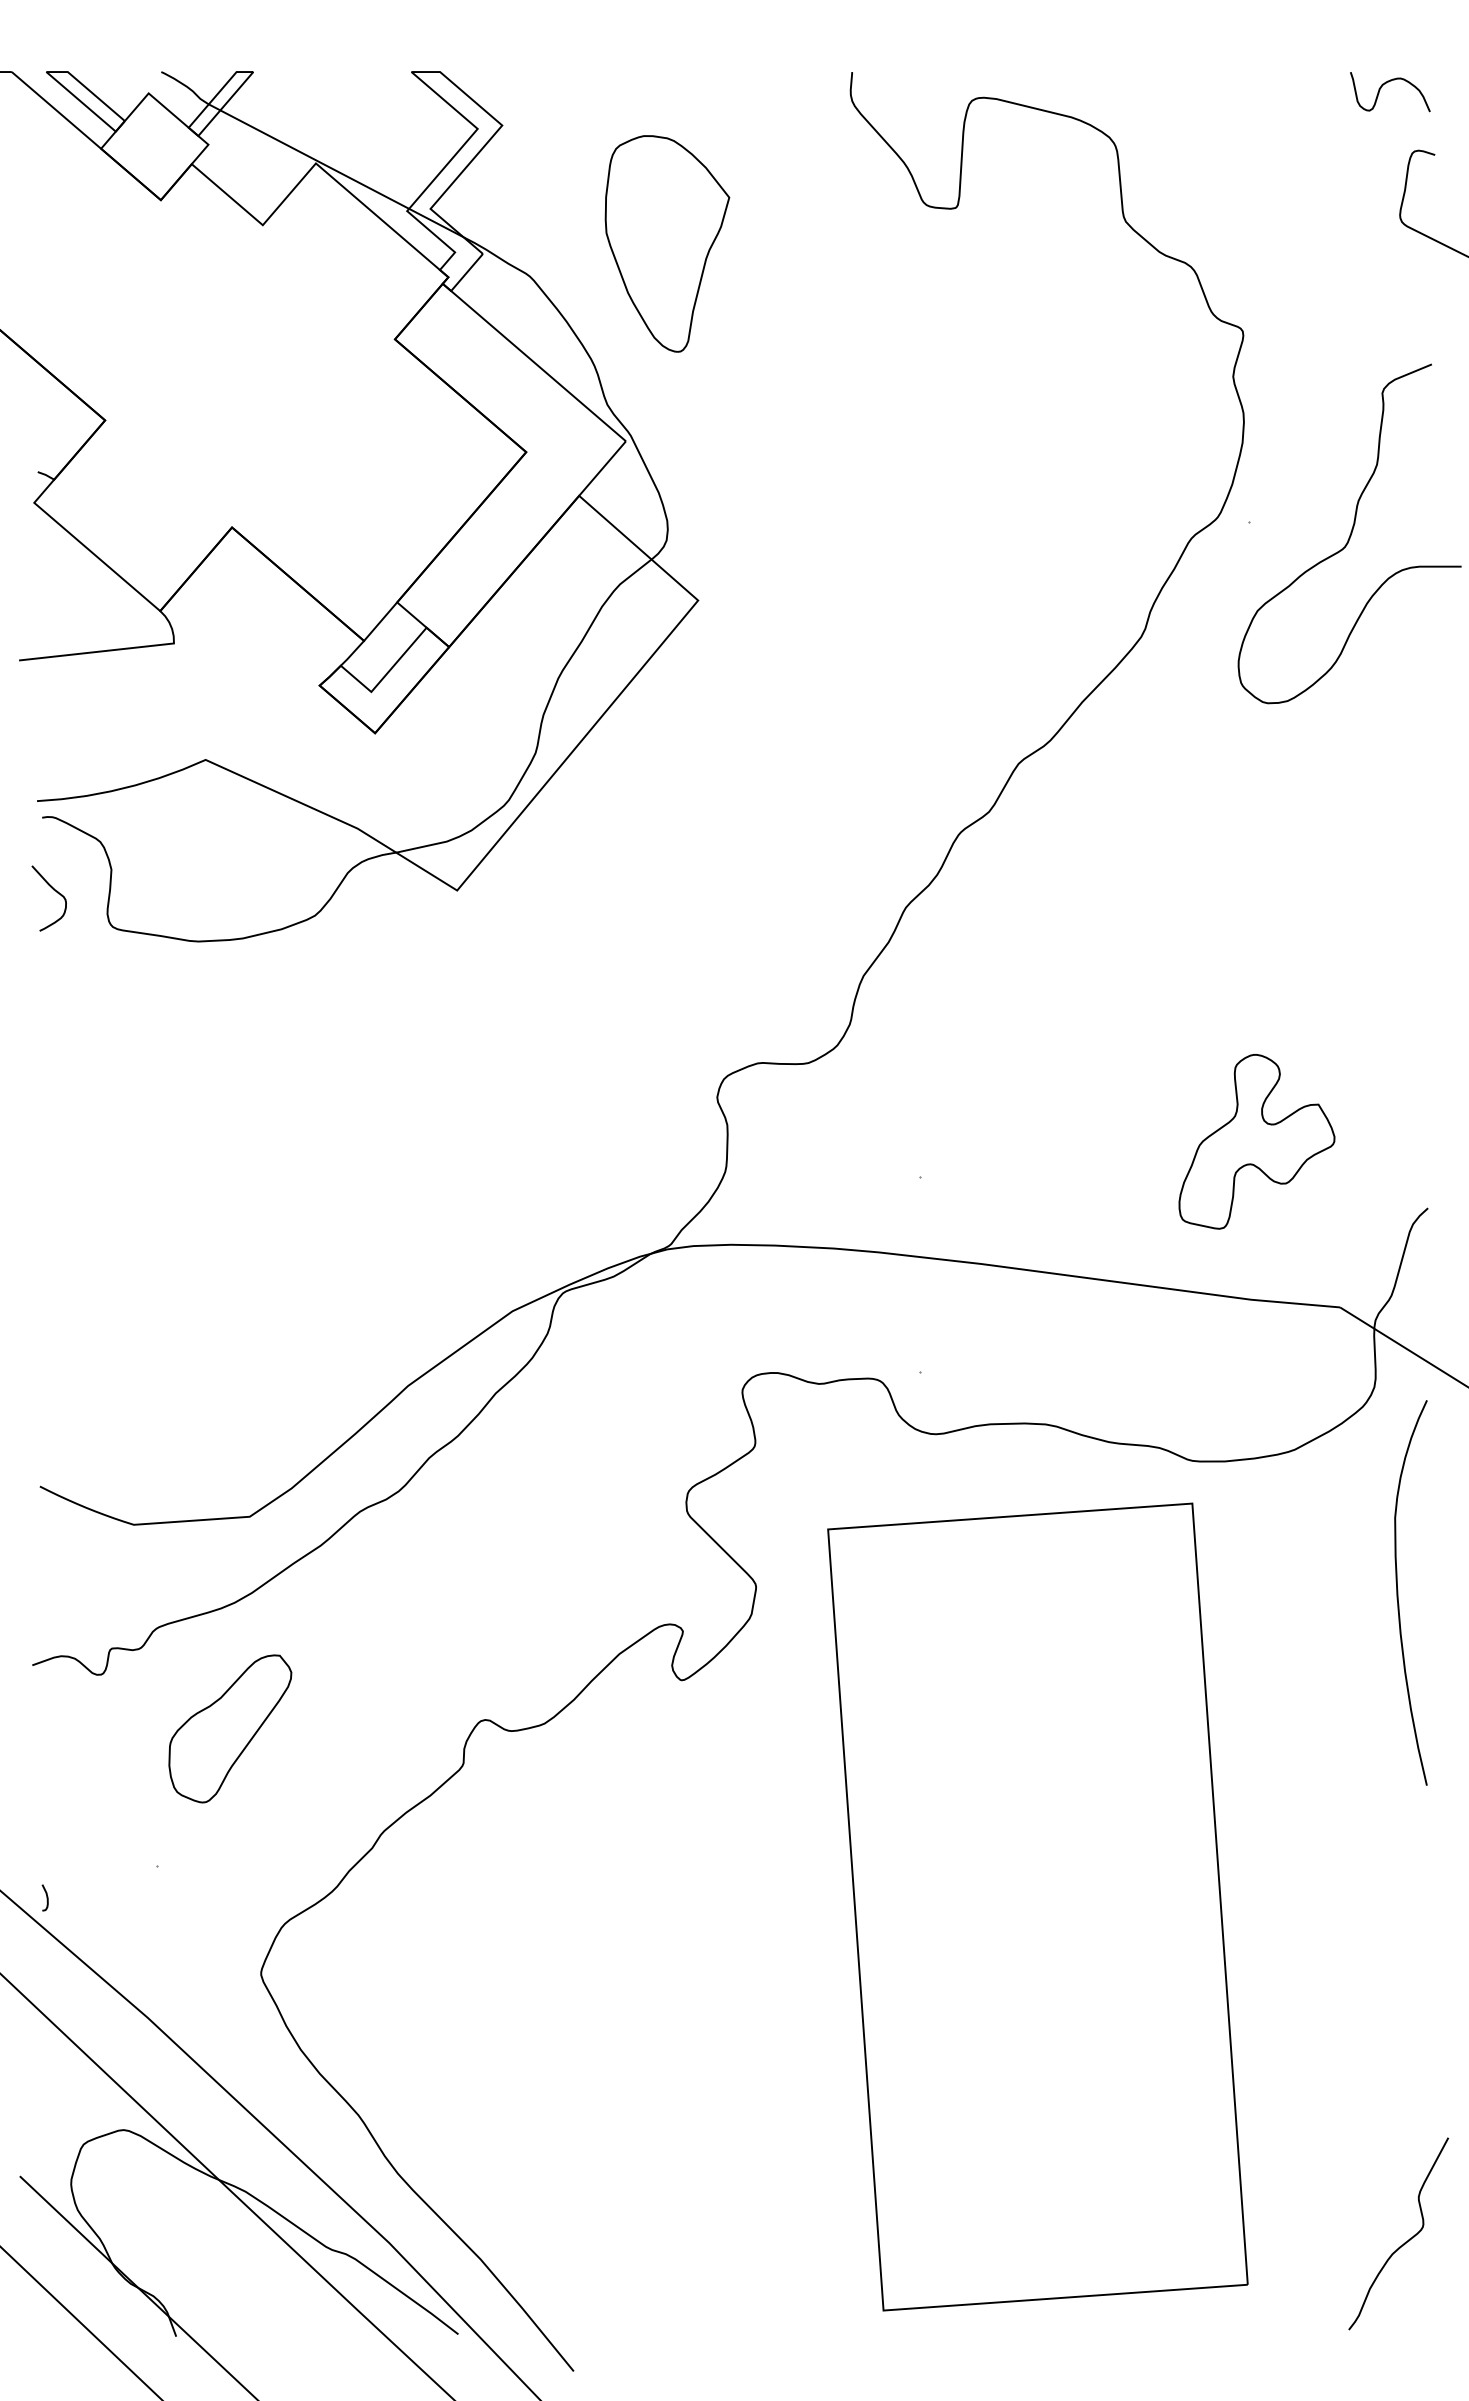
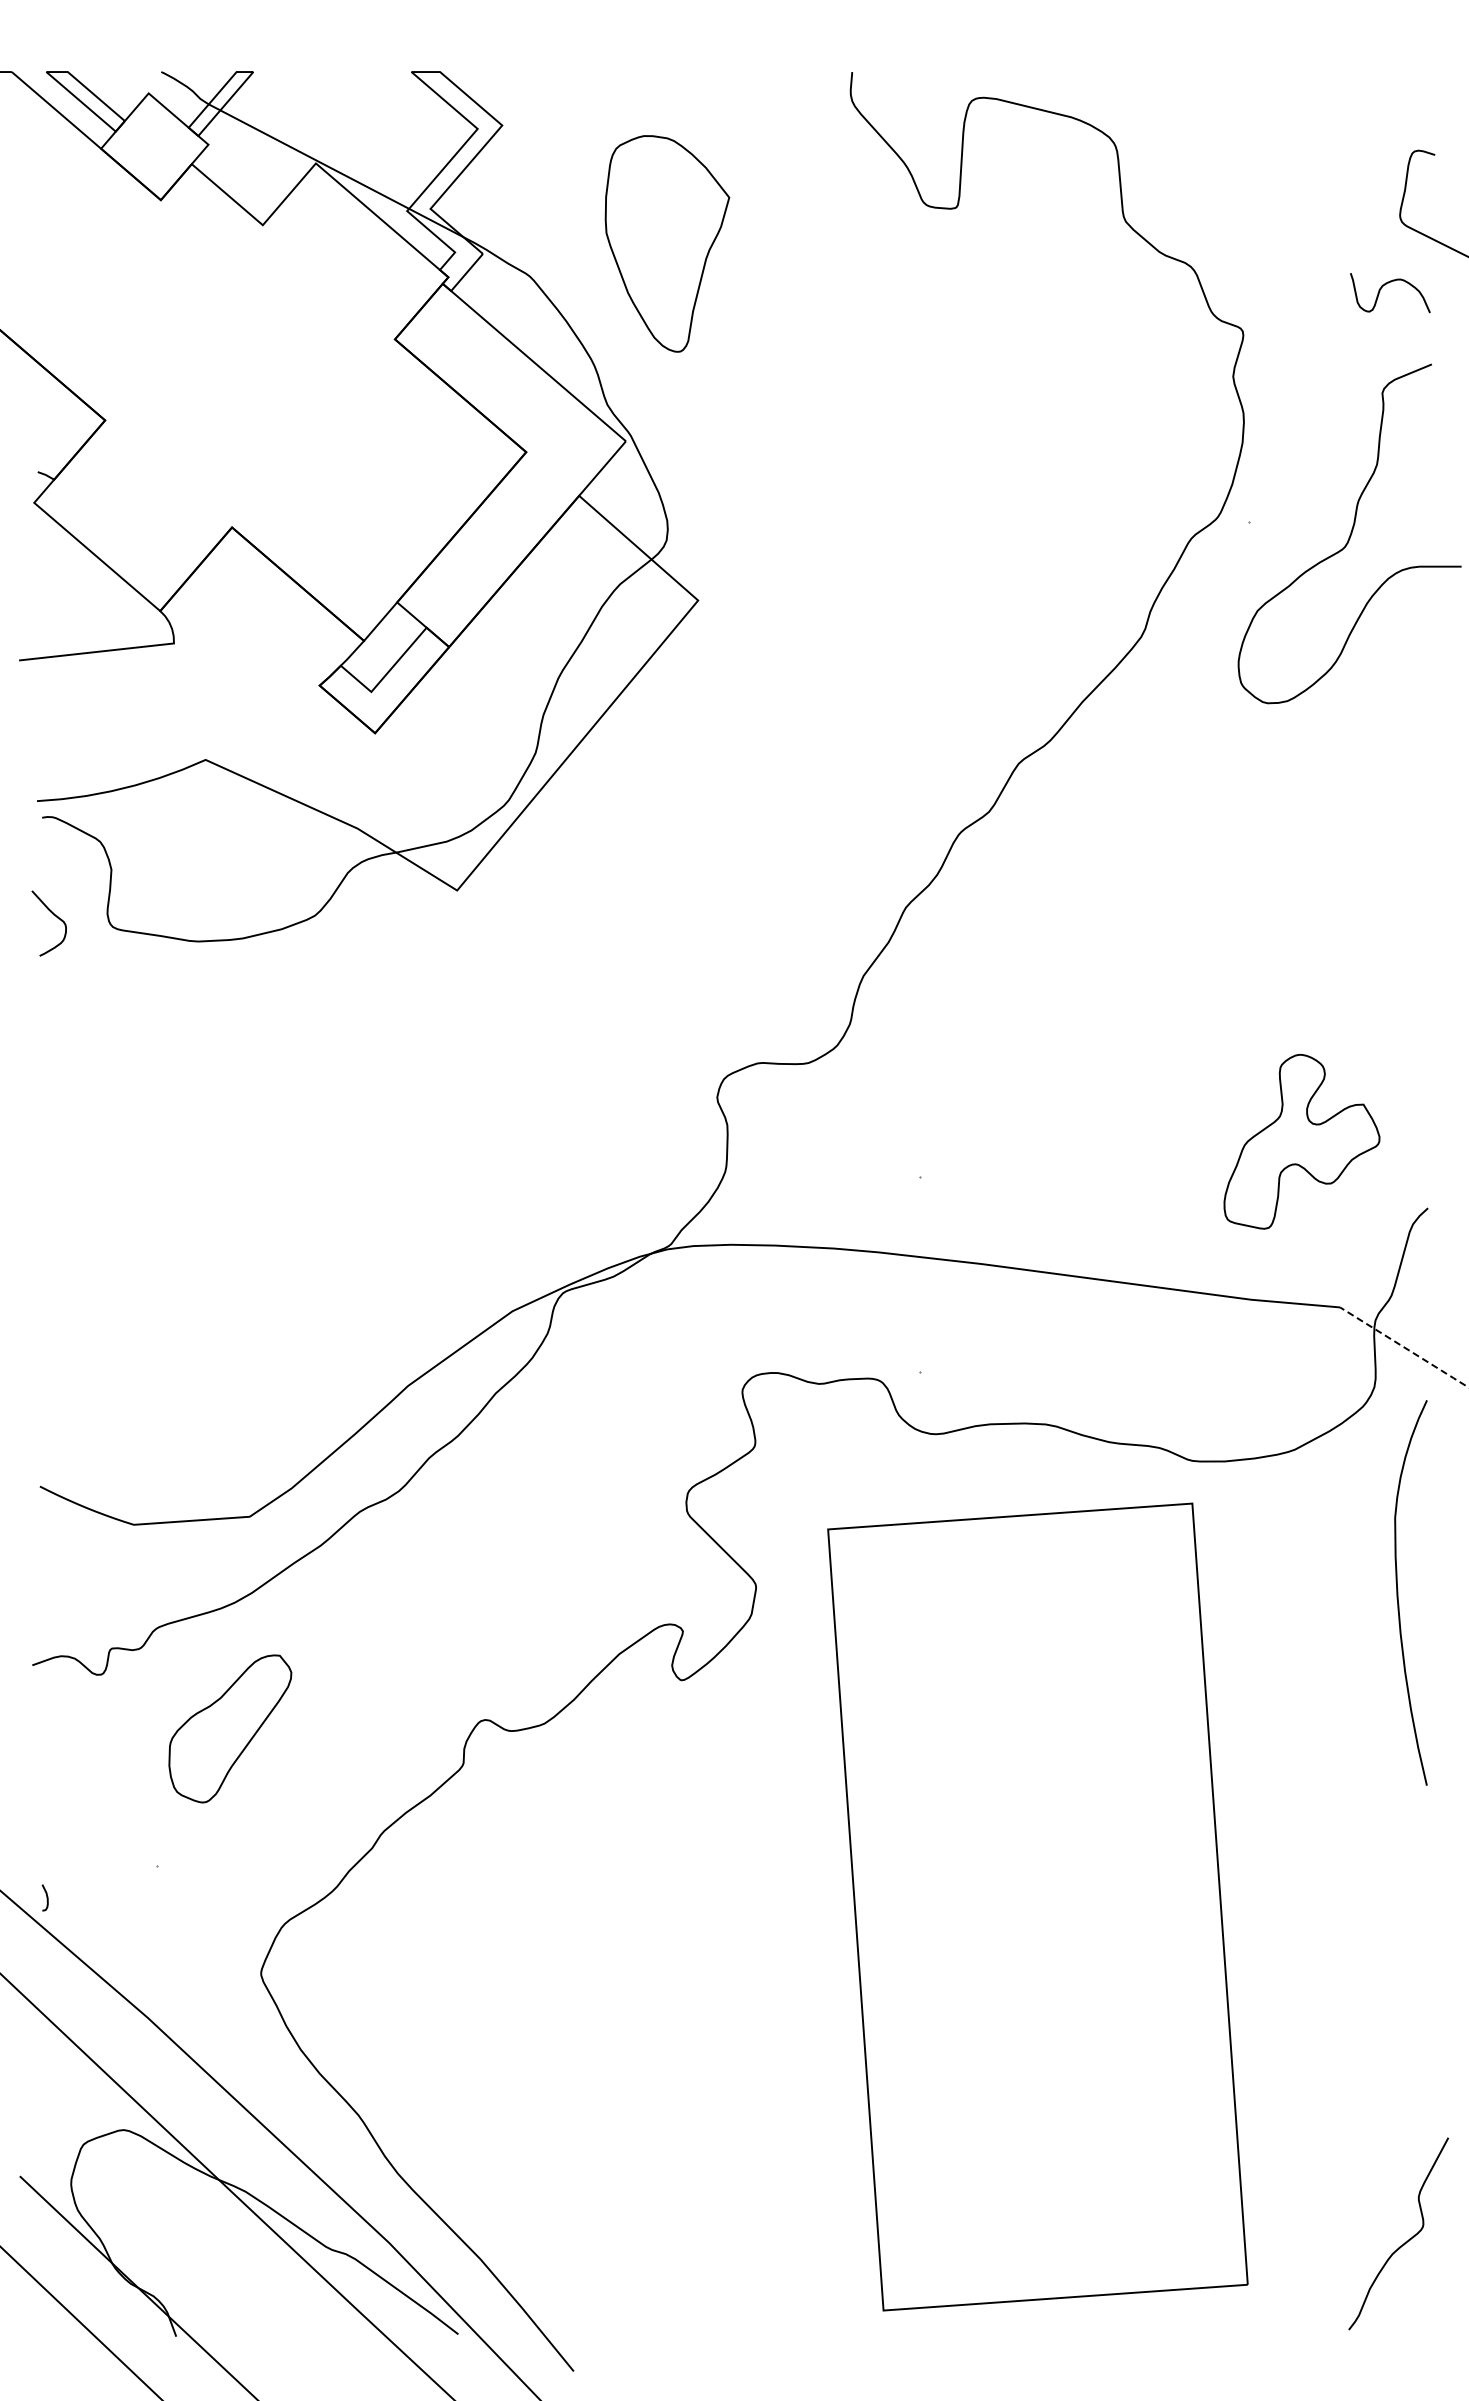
curve at (1385, 84) position: (1385, 84) -> (1385, 285)
curve at (53, 890) position: (53, 890) -> (53, 915)
part at (1256, 1141) position: (1256, 1141) -> (1301, 1141)
line at (1404, 1347): solid -> dashed
